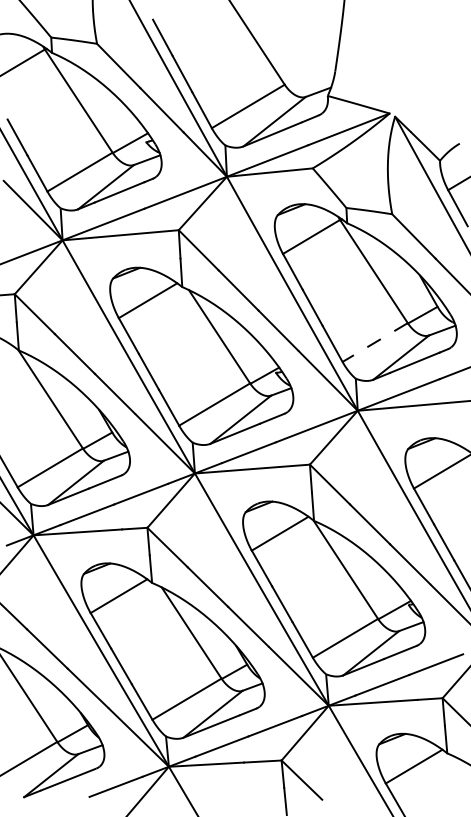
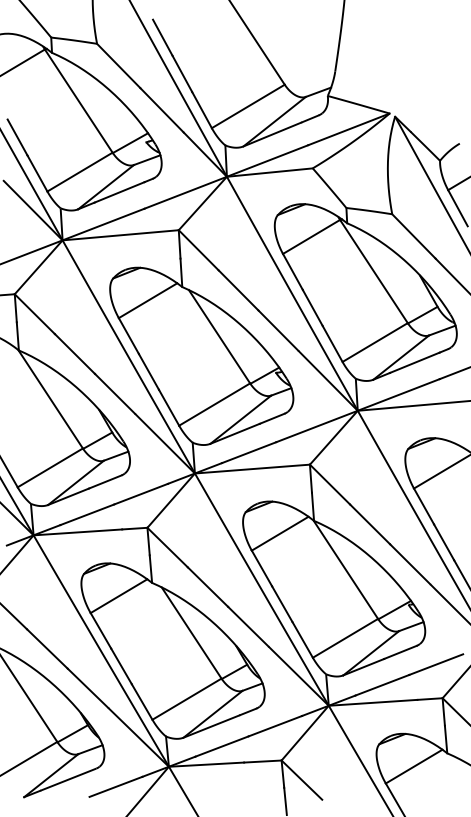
line at (375, 342): dashed -> solid
